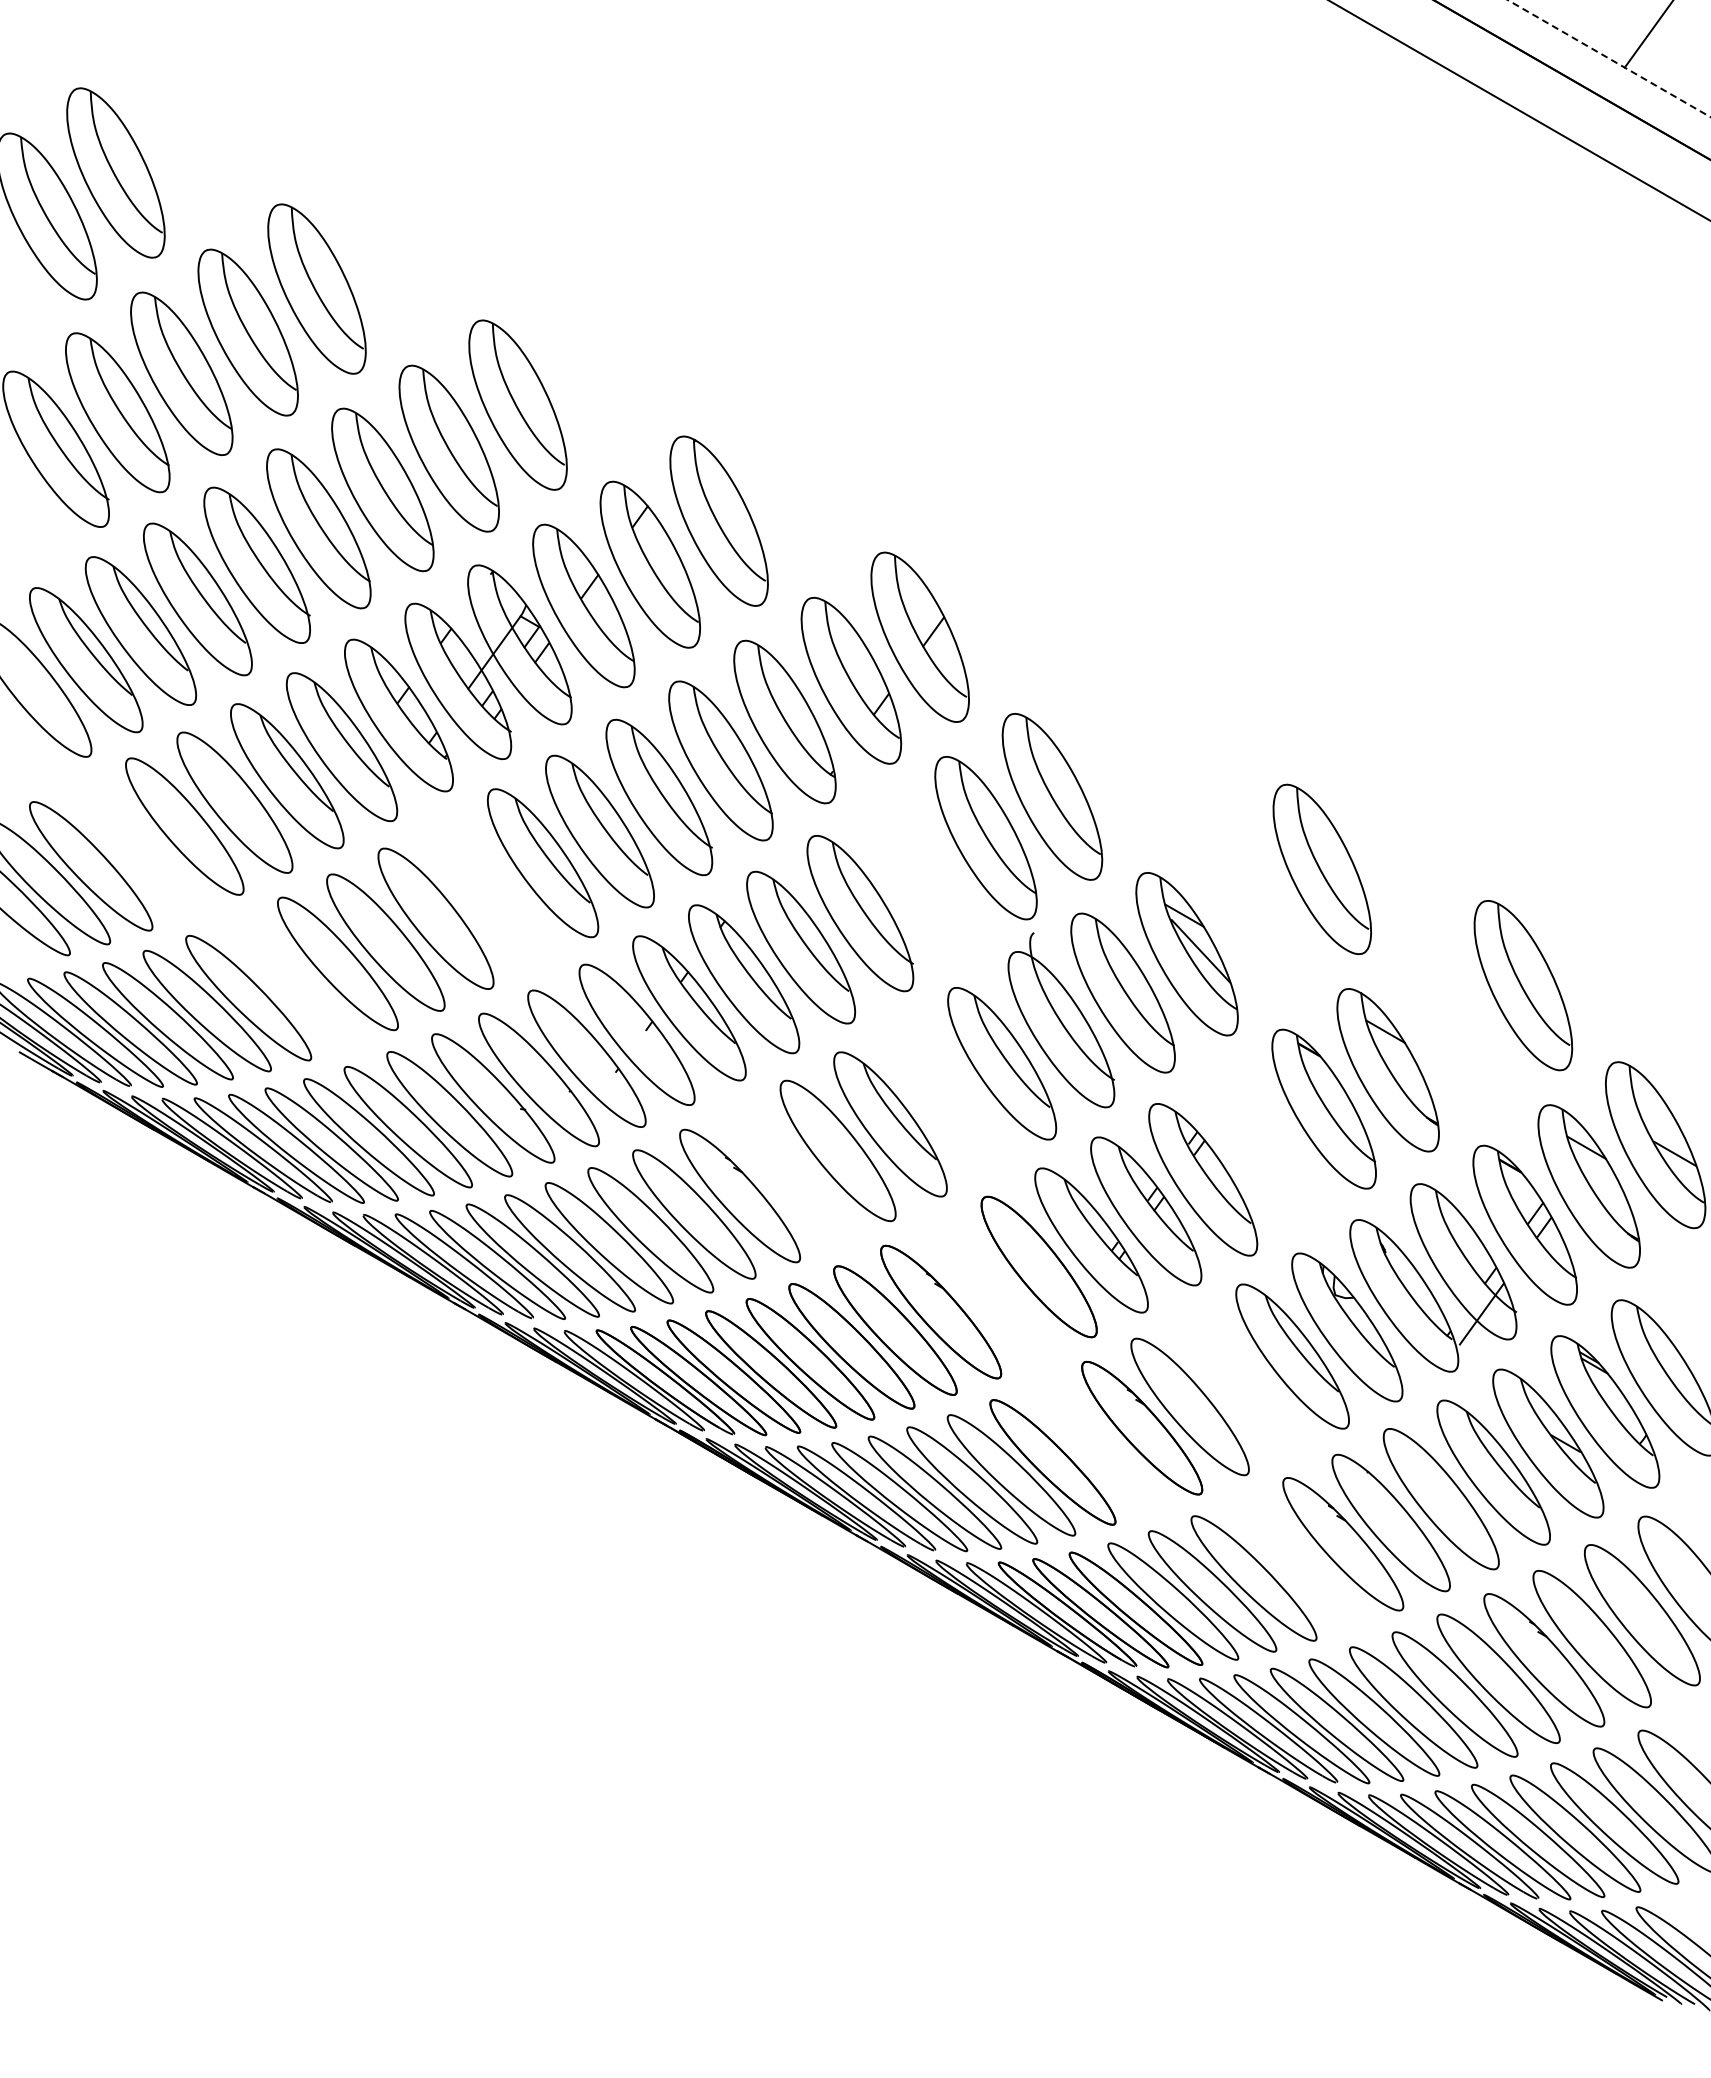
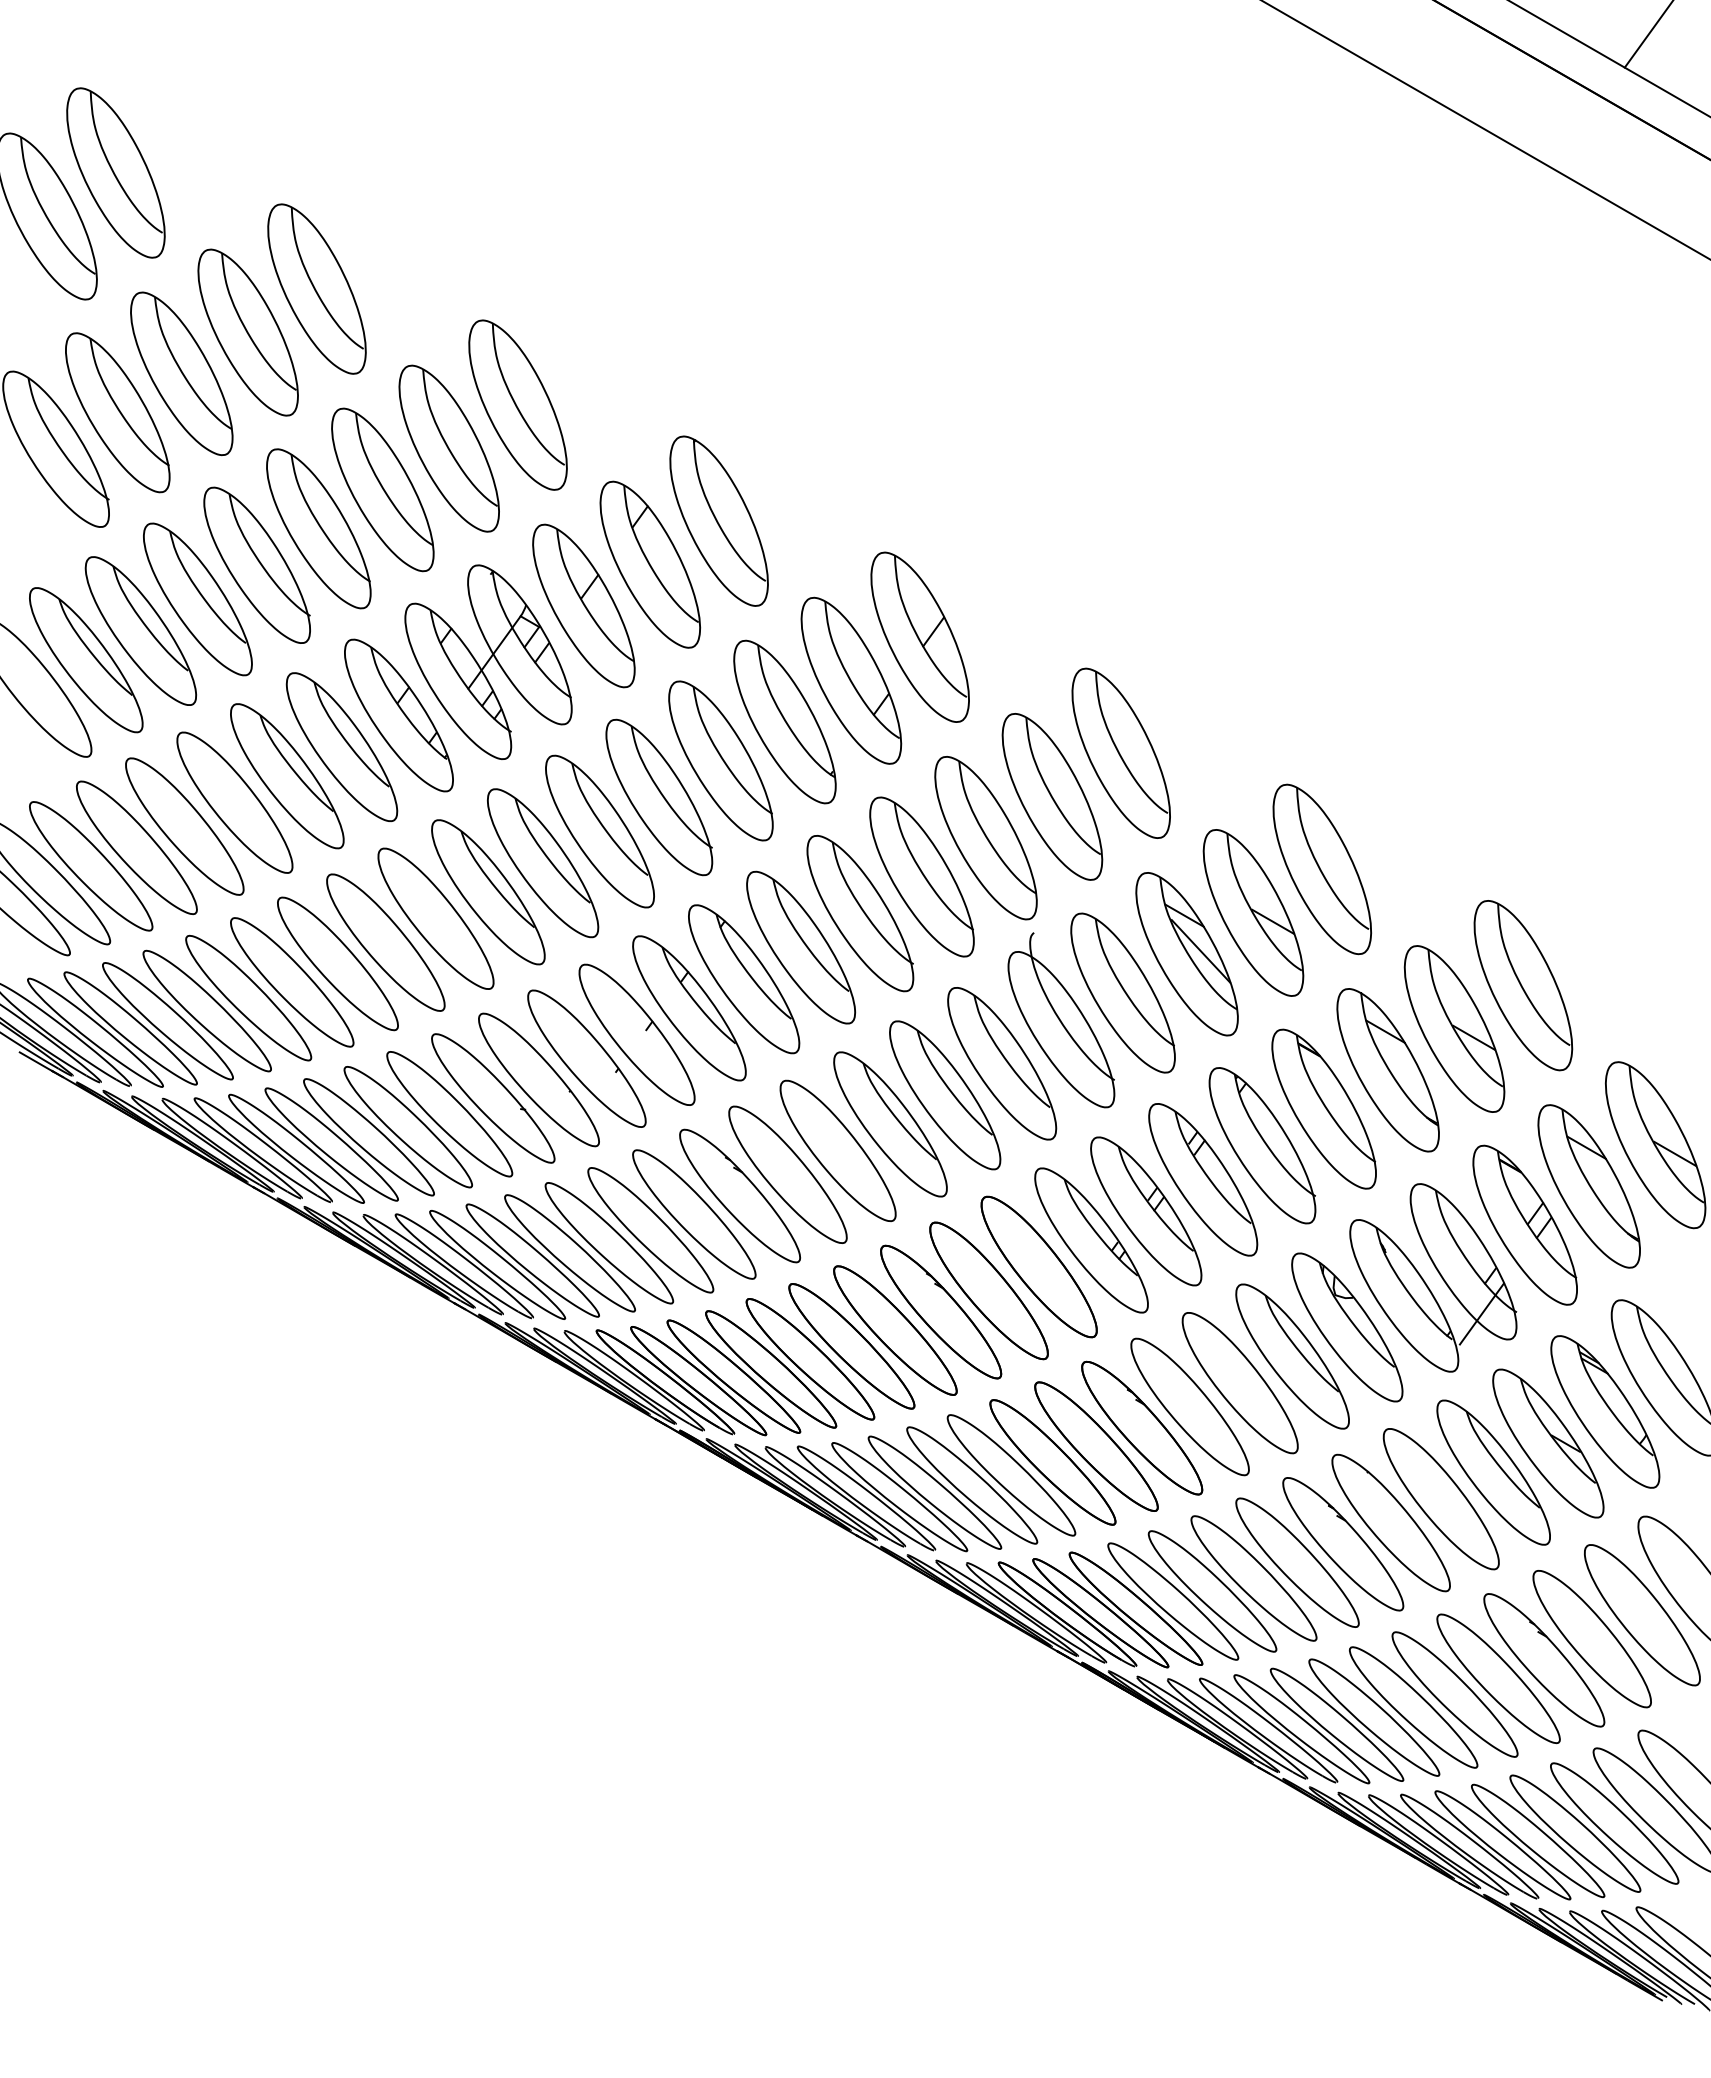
line at (1609, 58): dashed -> solid
line at (1519, 110) position: (1519, 110) -> (1485, 130)
part at (1120, 752): none -> present
part at (136, 847): none -> present
part at (921, 876): none -> present
part at (488, 892): none -> present
part at (1253, 912): none -> present
part at (292, 982): none -> present
part at (1454, 1028): none -> present
part at (945, 1095): none -> present
part at (1262, 1145): none -> present
part at (787, 1174): none -> present
part at (988, 1290): none -> present
part at (1239, 1383): none -> present
part at (1096, 1446): none -> present
part at (1297, 1562): none -> present
